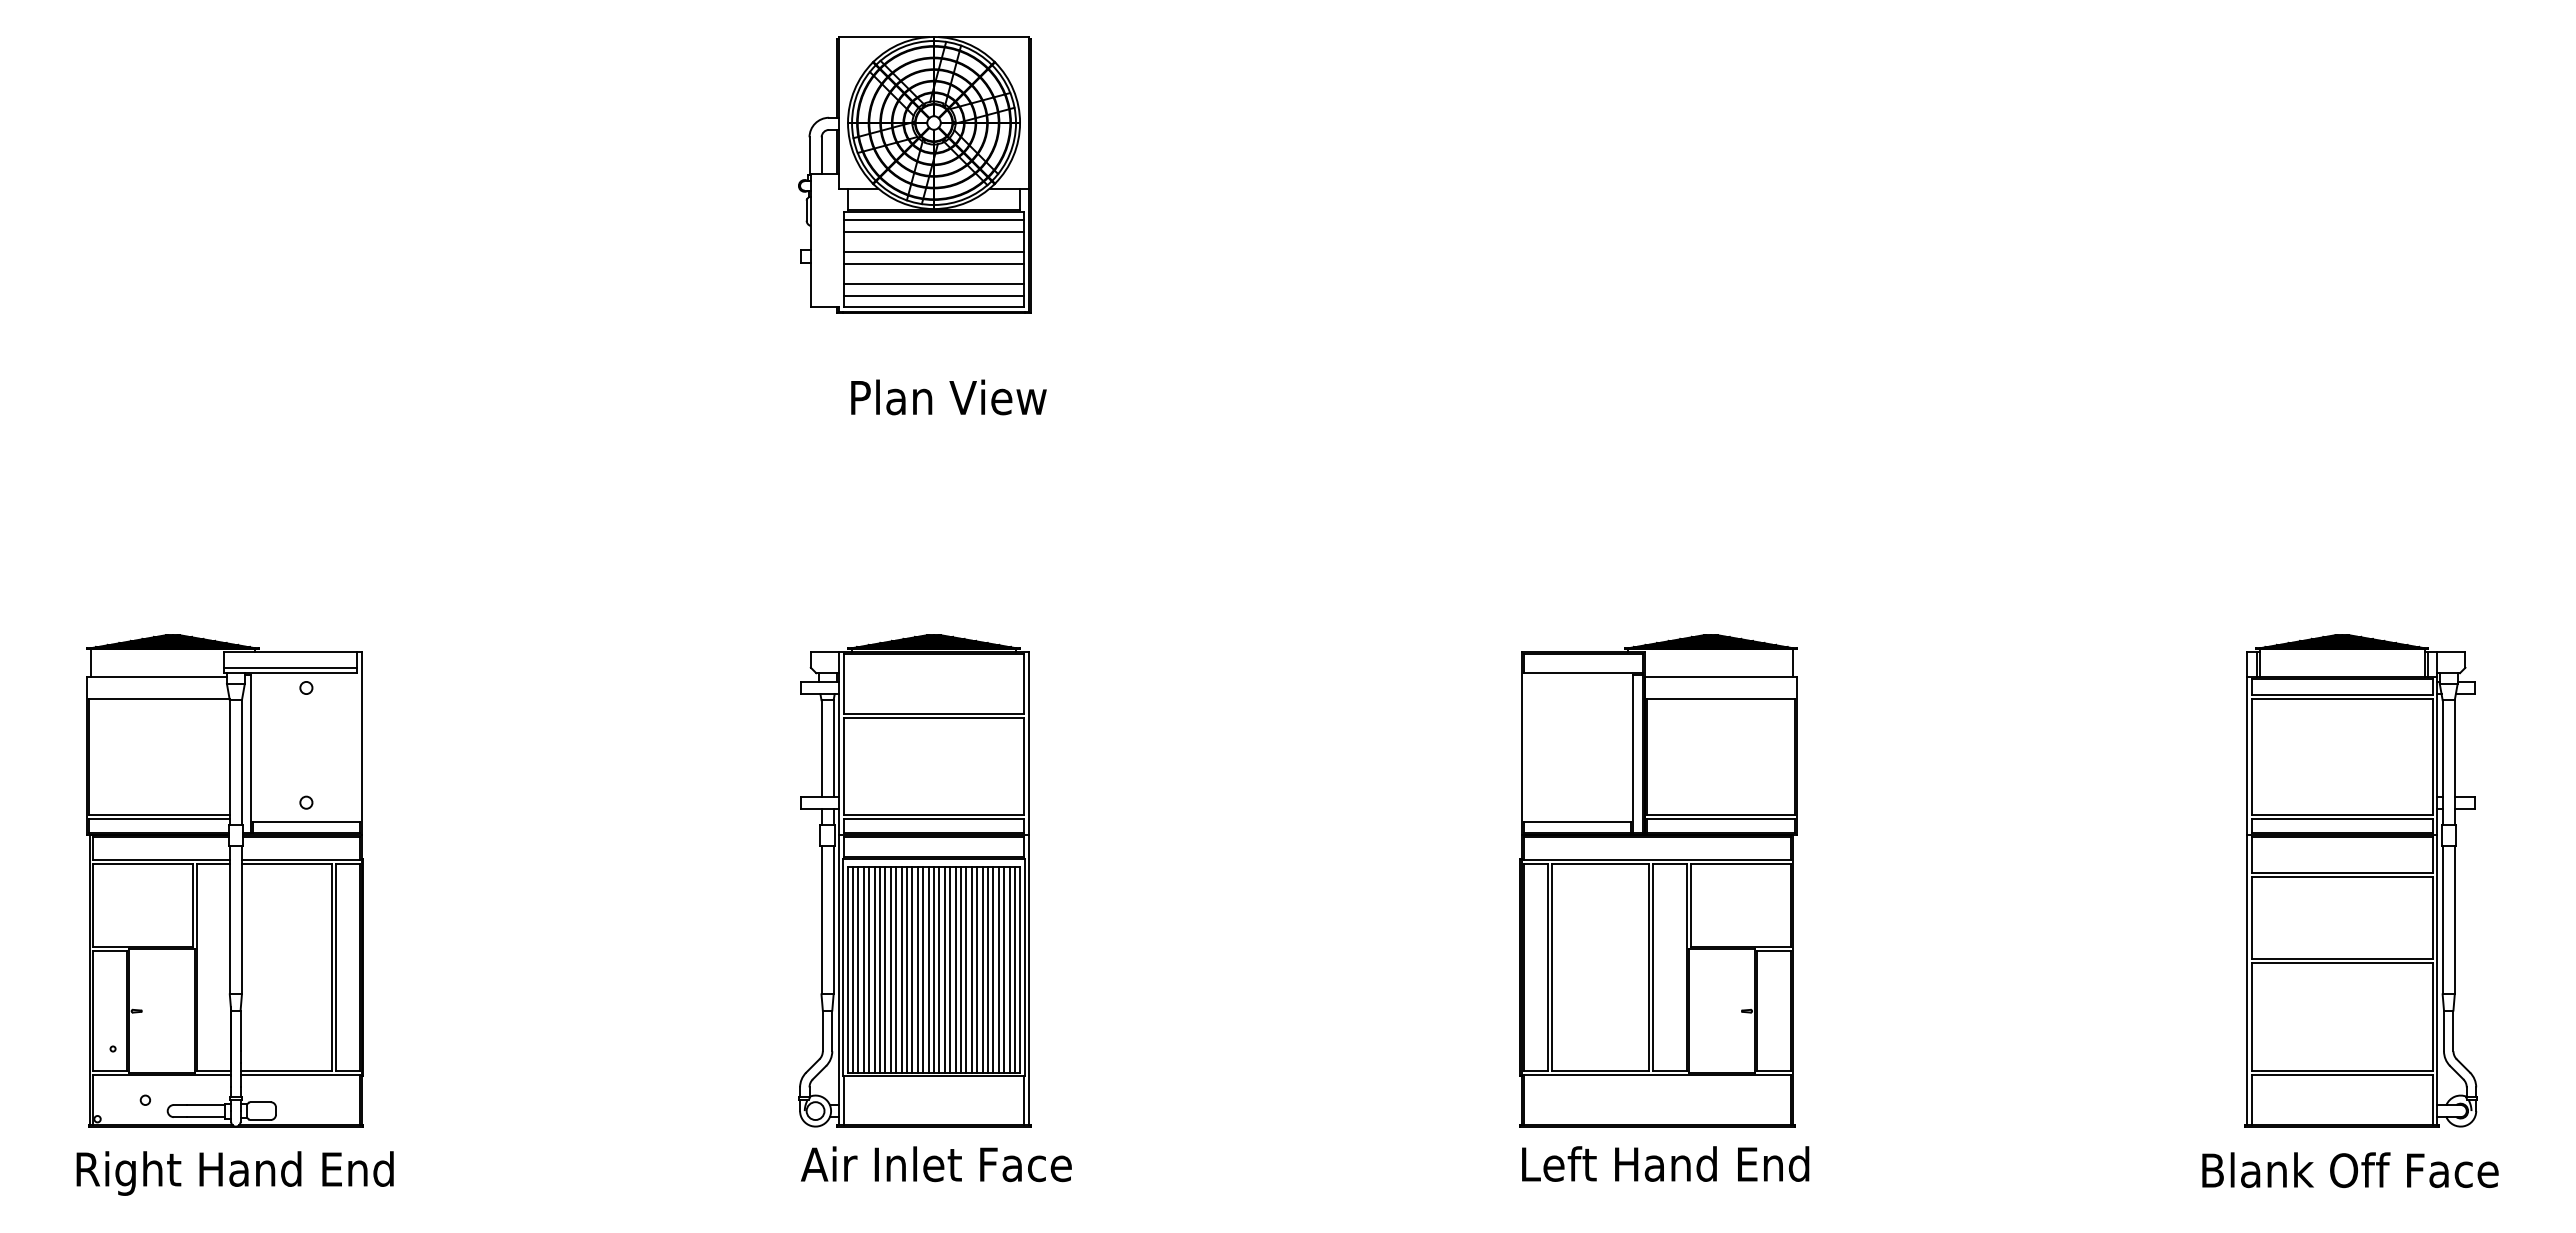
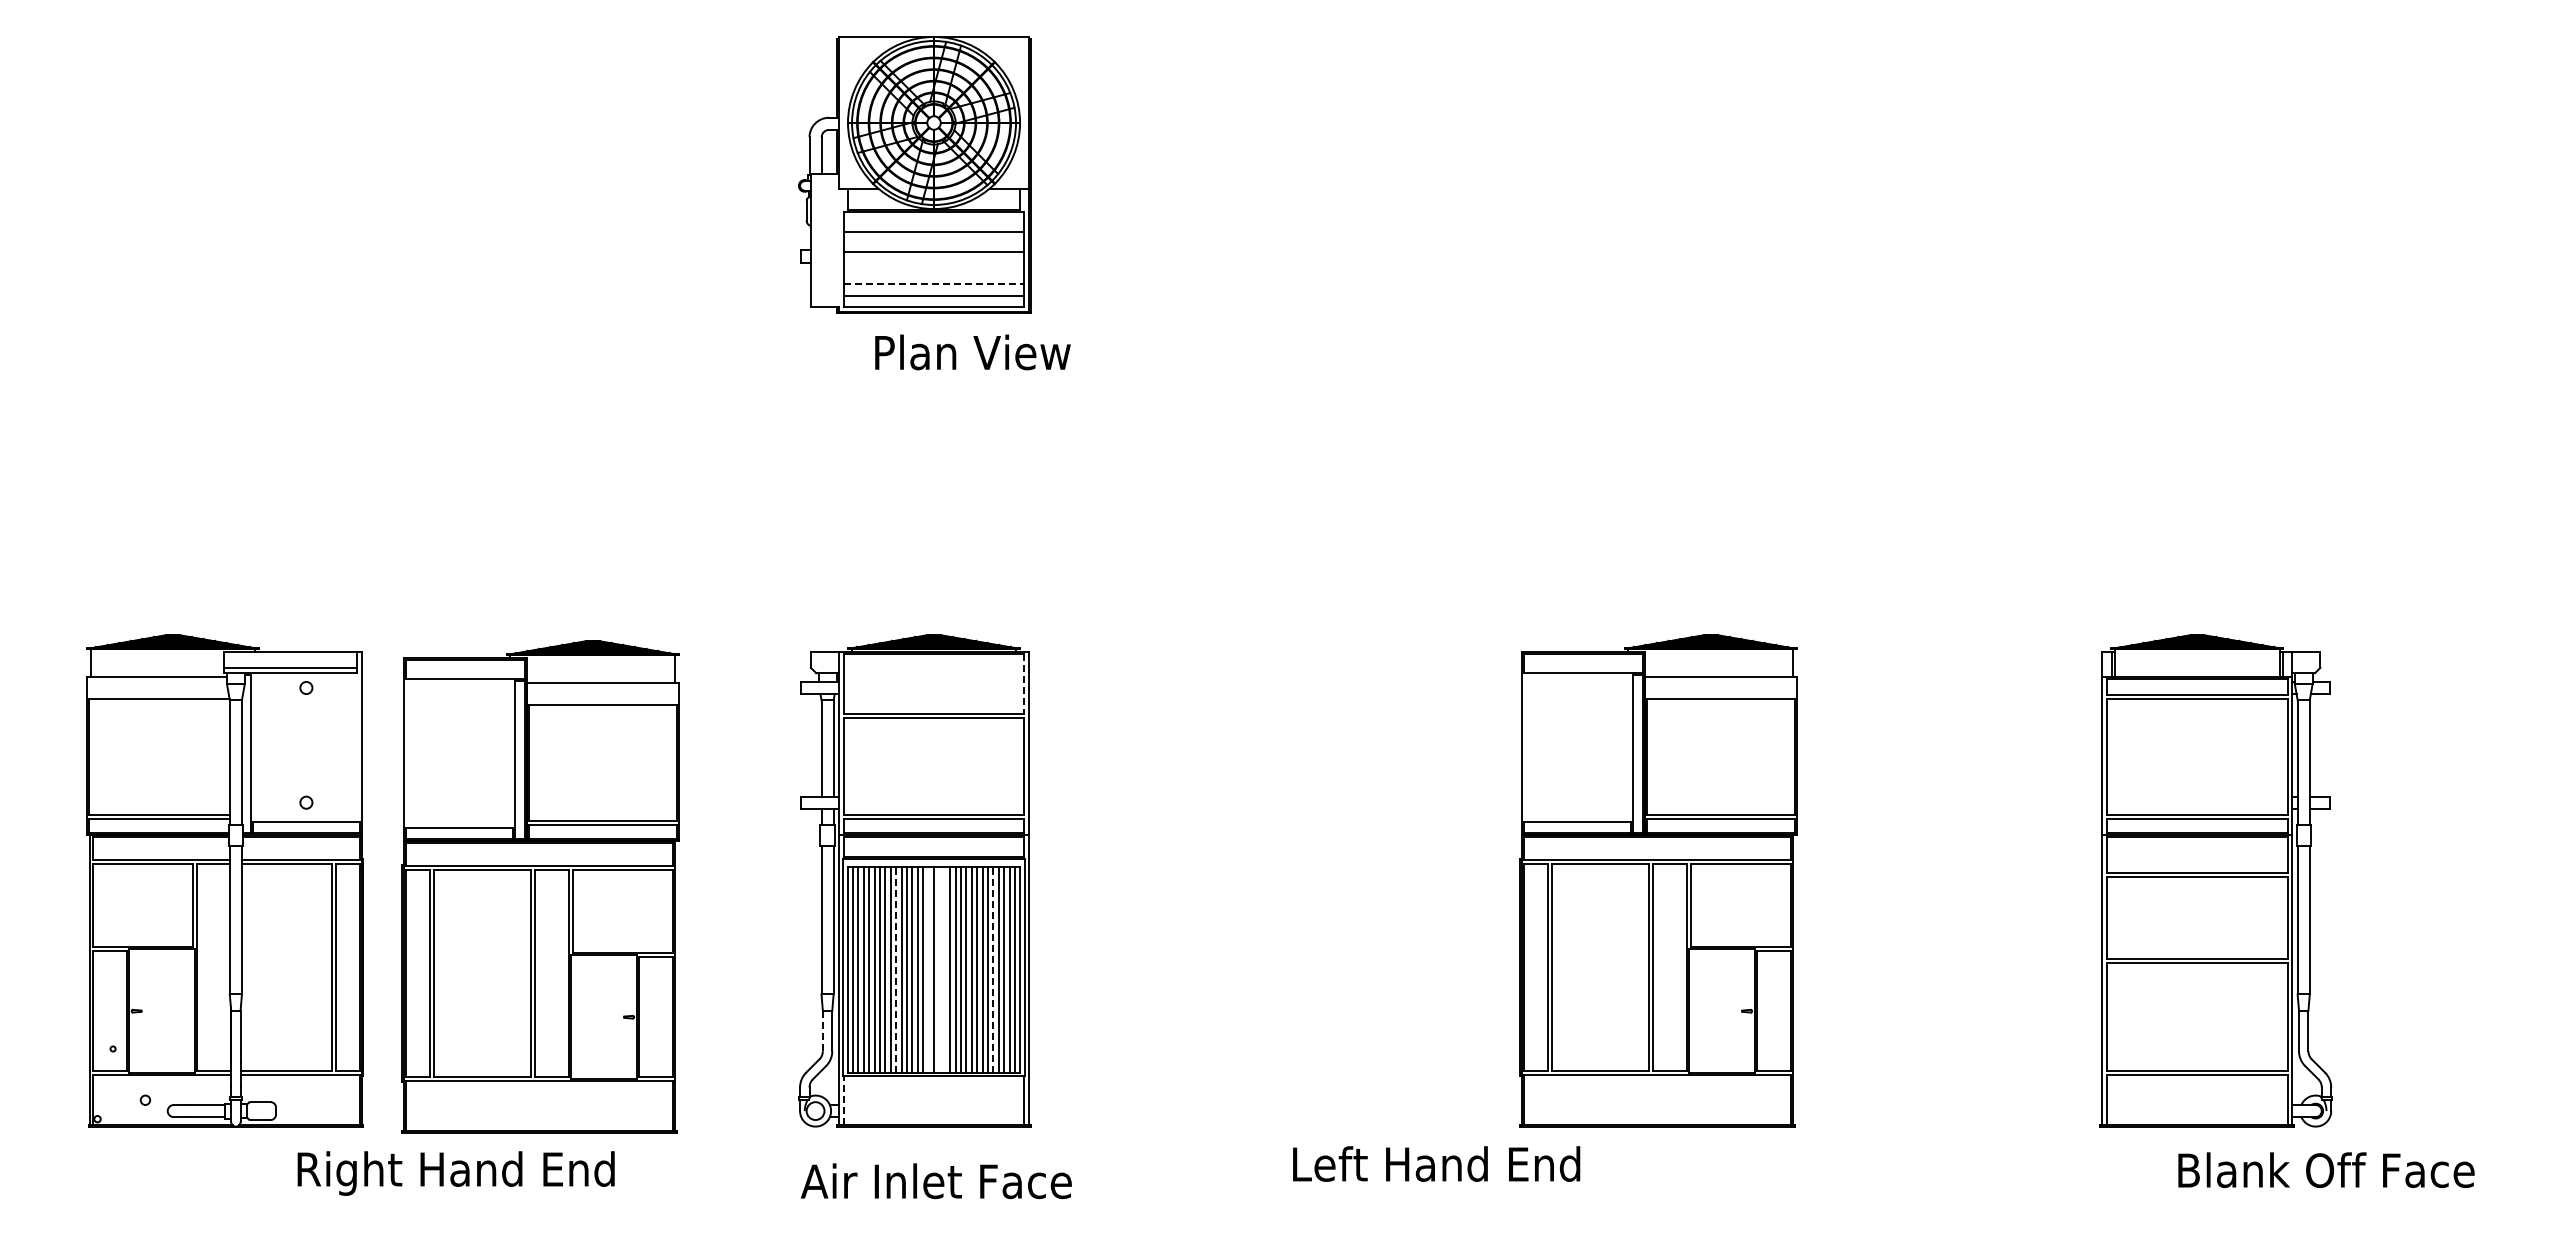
line at (933, 220): present -> none
line at (933, 264): present -> none
line at (934, 283): solid -> dashed
text at (948, 397) position: (948, 397) -> (972, 352)
line at (1024, 684): solid -> dashed
part at (2360, 880) position: (2360, 880) -> (2215, 880)
part at (540, 886): none -> present
line at (896, 970): solid -> dashed
line at (928, 970): present -> none
line at (939, 970): present -> none
line at (944, 970): present -> none
line at (993, 970): solid -> dashed
line at (822, 1030): solid -> dashed
line at (843, 1100): solid -> dashed
text at (1665, 1163) position: (1665, 1163) -> (1436, 1163)
text at (936, 1164) position: (936, 1164) -> (936, 1181)
text at (2350, 1170) position: (2350, 1170) -> (2326, 1170)
text at (234, 1173) position: (234, 1173) -> (455, 1173)
